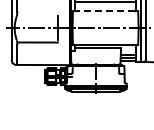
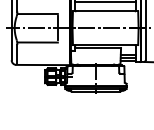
line at (105, 11): dashed -> solid
line at (37, 14): none -> present
